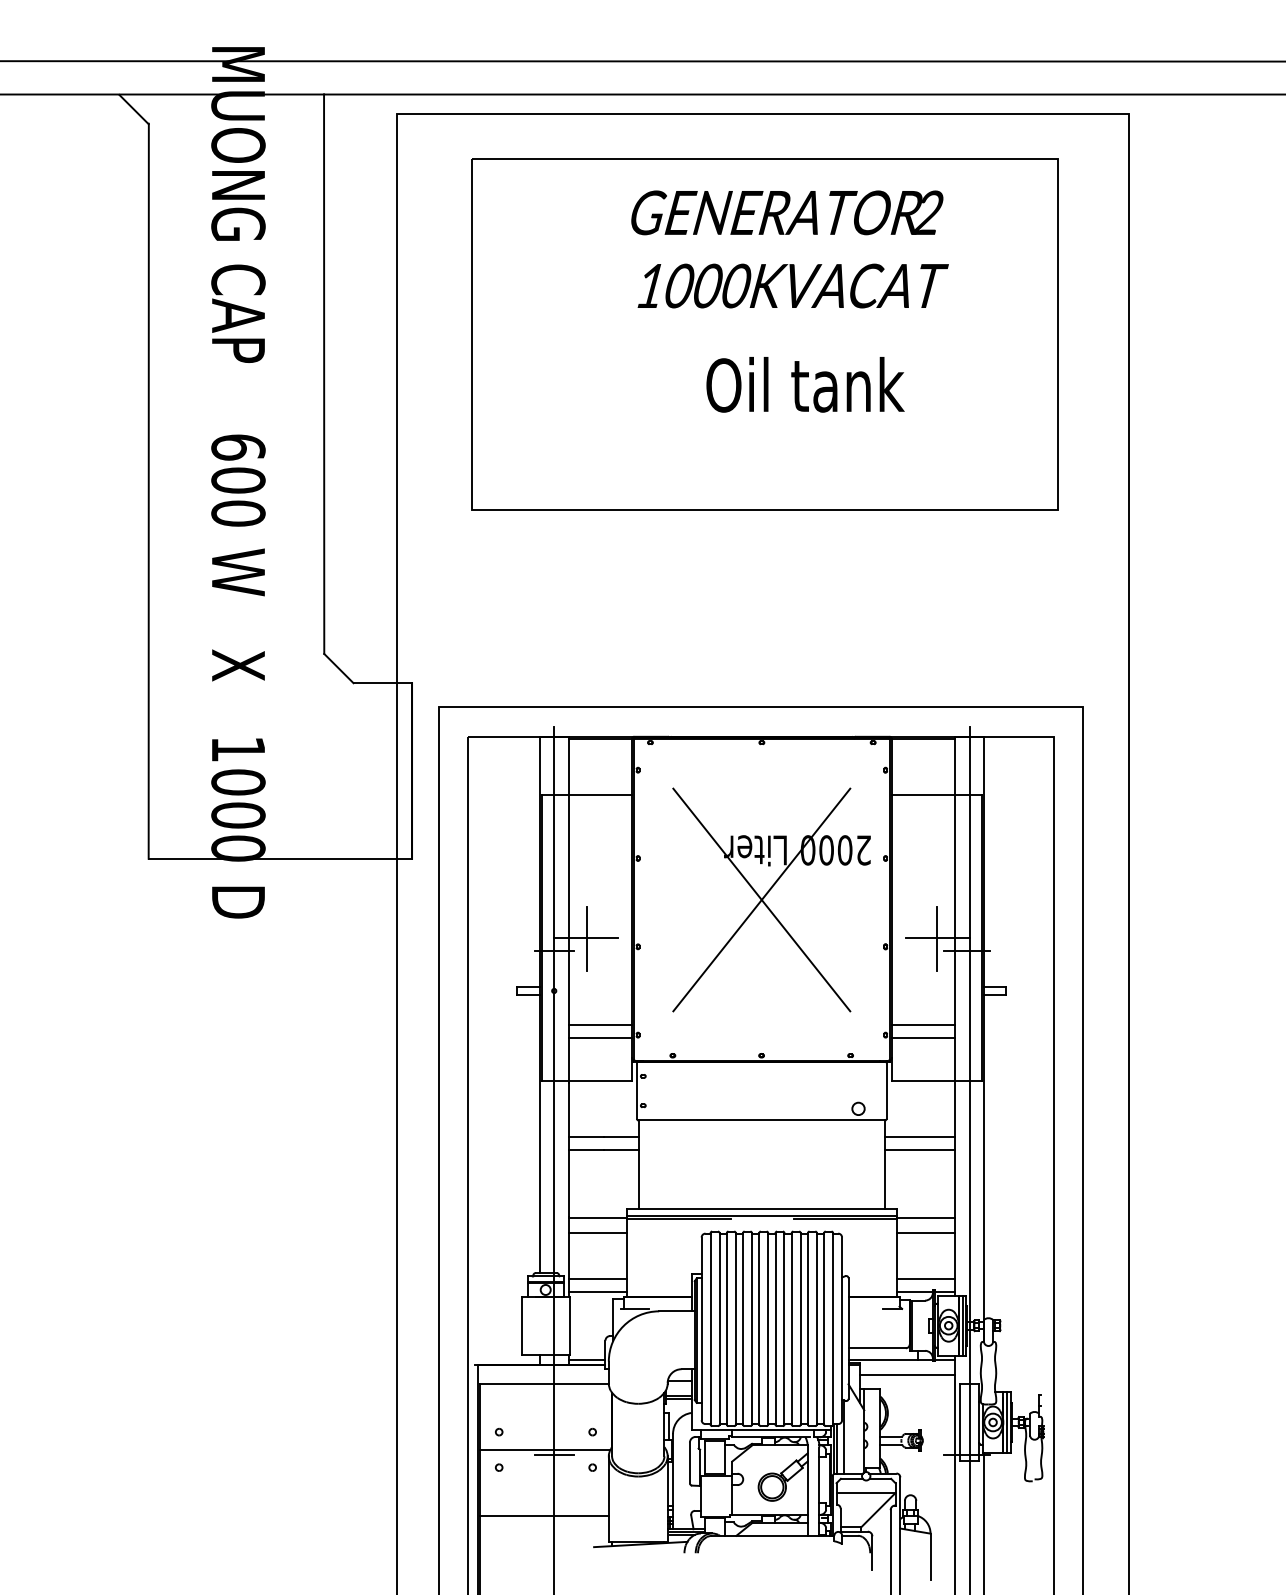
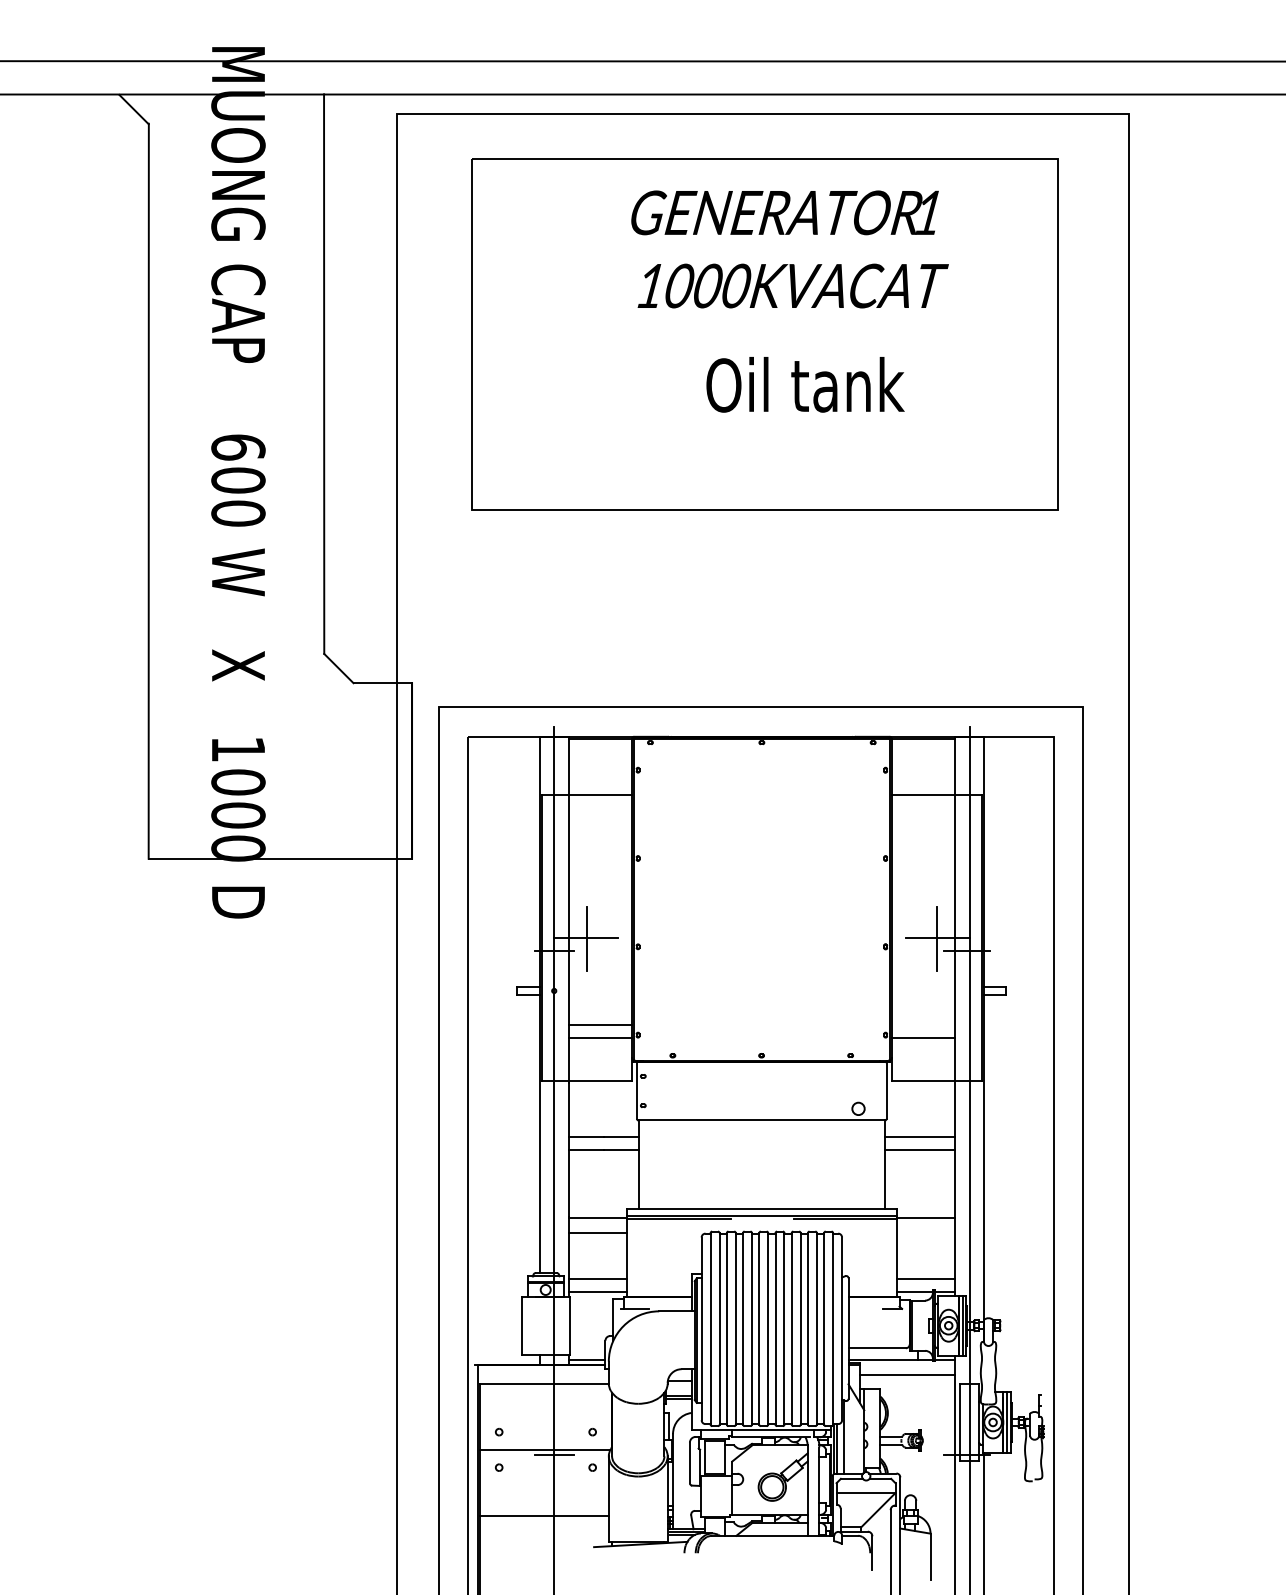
text at (927, 212): 2 -> 1
part at (767, 894): present -> none
line at (923, 1024): present -> none
line at (926, 1233): present -> none
